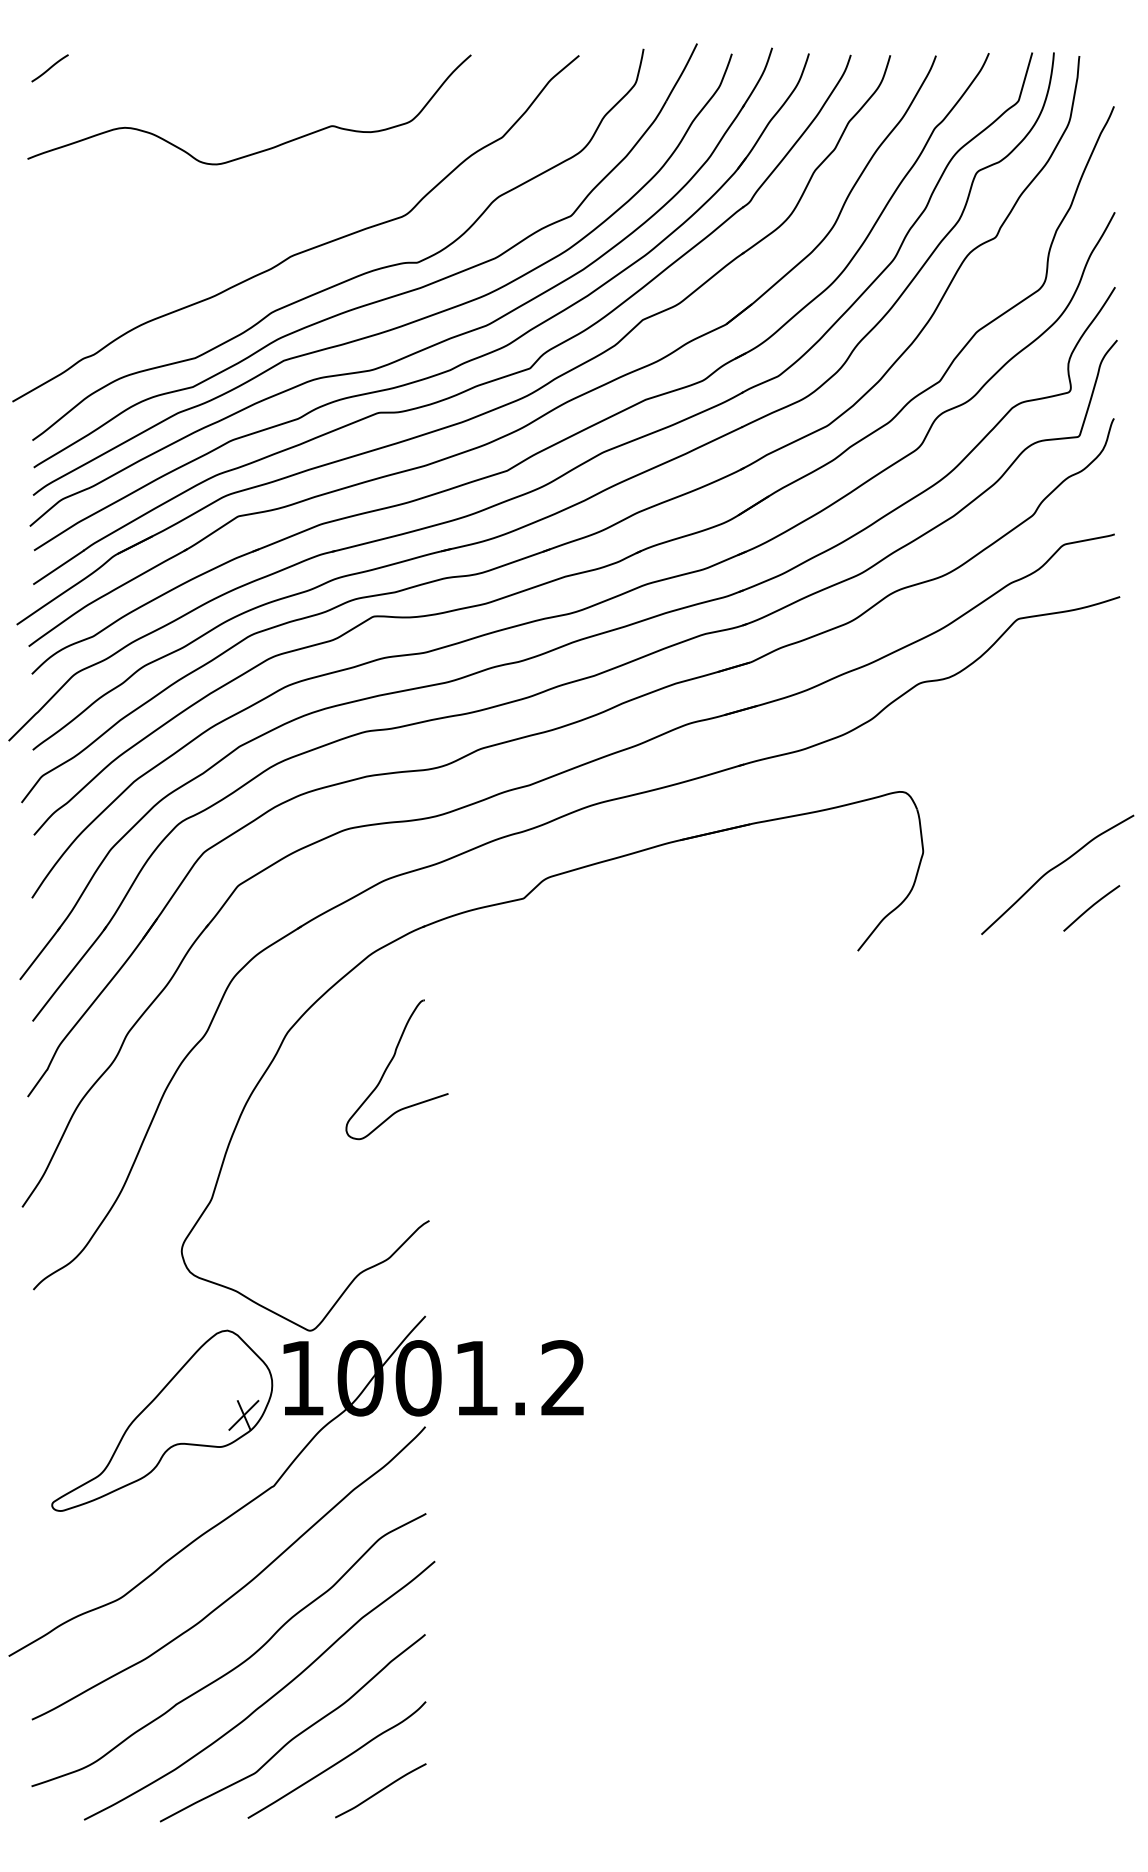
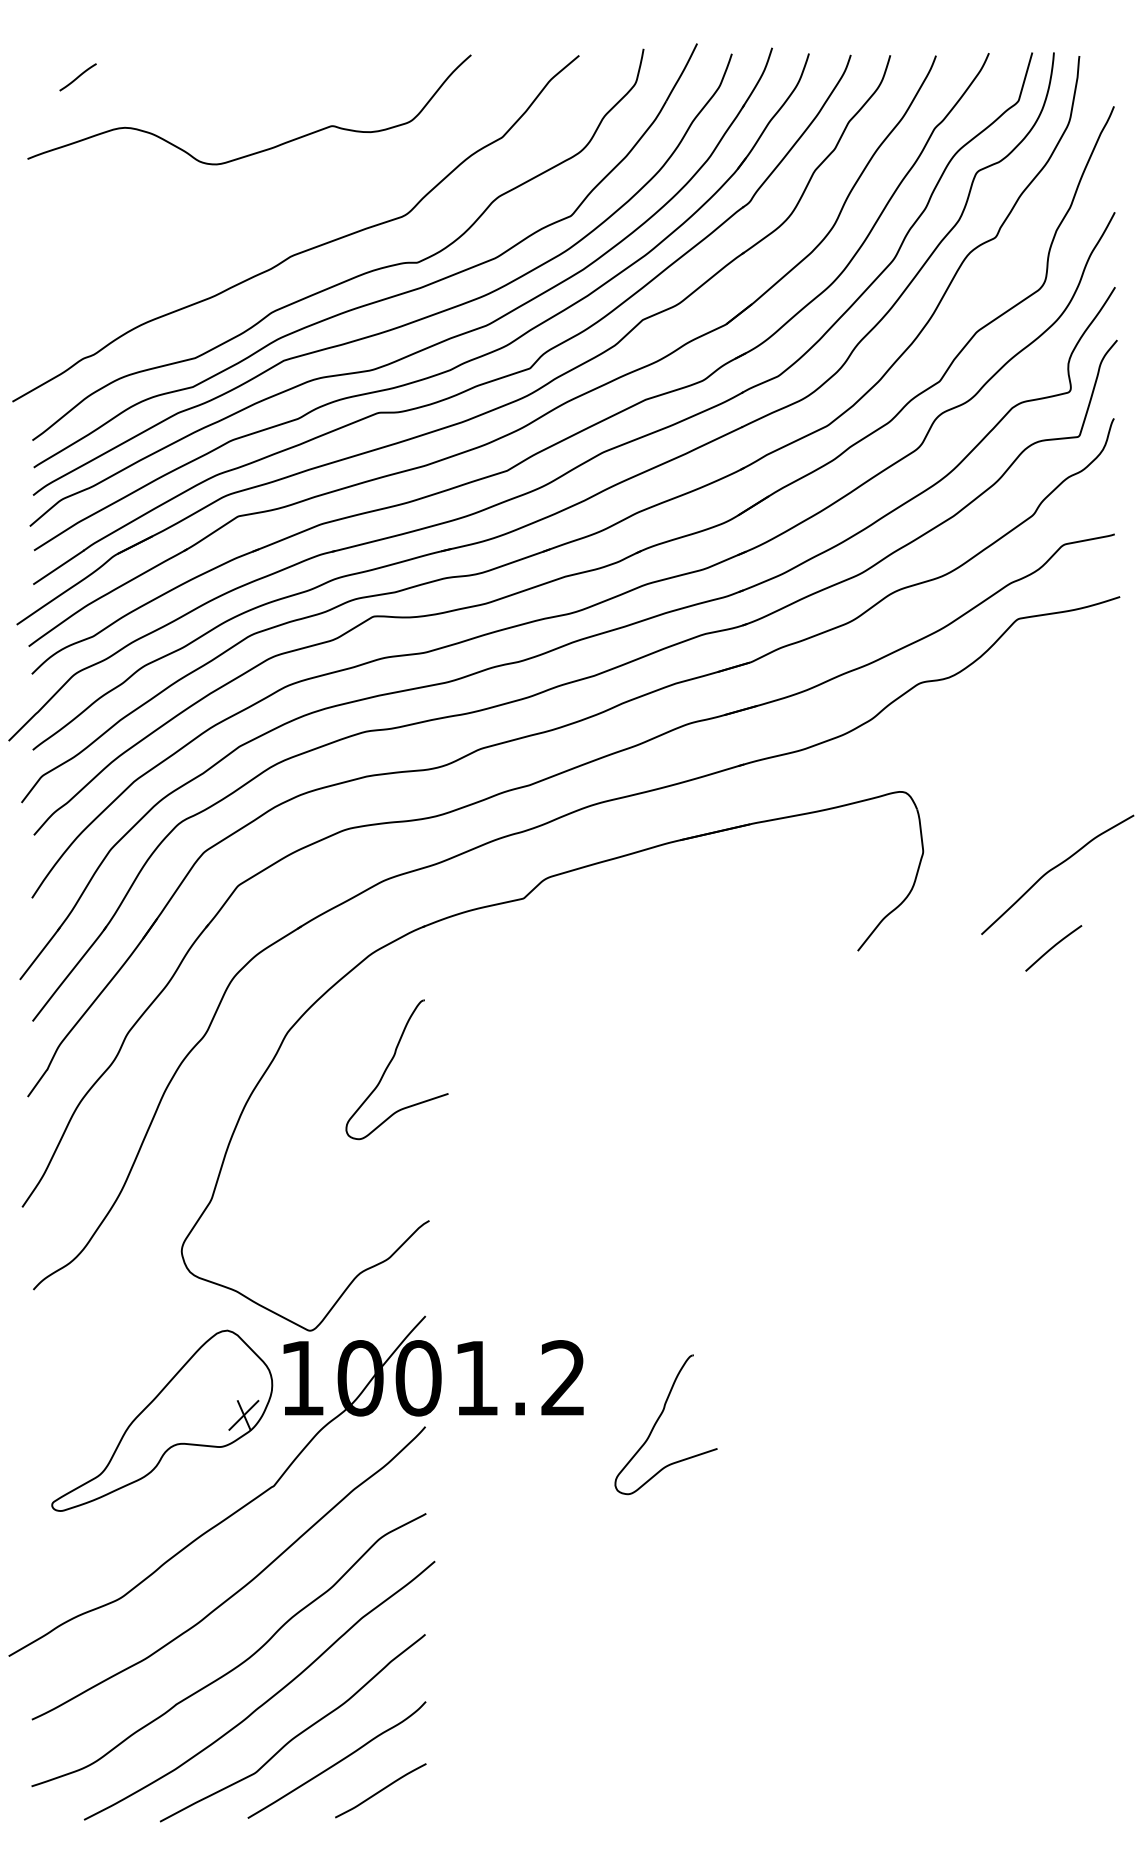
line at (49, 68) position: (49, 68) -> (77, 77)
curve at (1091, 907) position: (1091, 907) -> (1053, 947)
part at (658, 1420): none -> present
